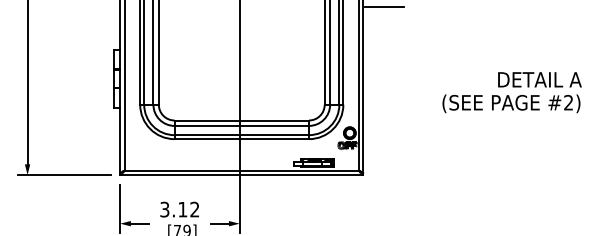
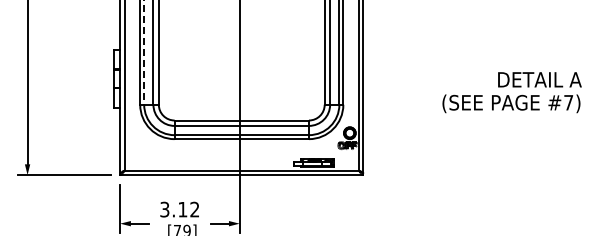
line at (384, 7): present -> none
line at (144, 52): solid -> dashed
text at (568, 102): #2) -> #7)
